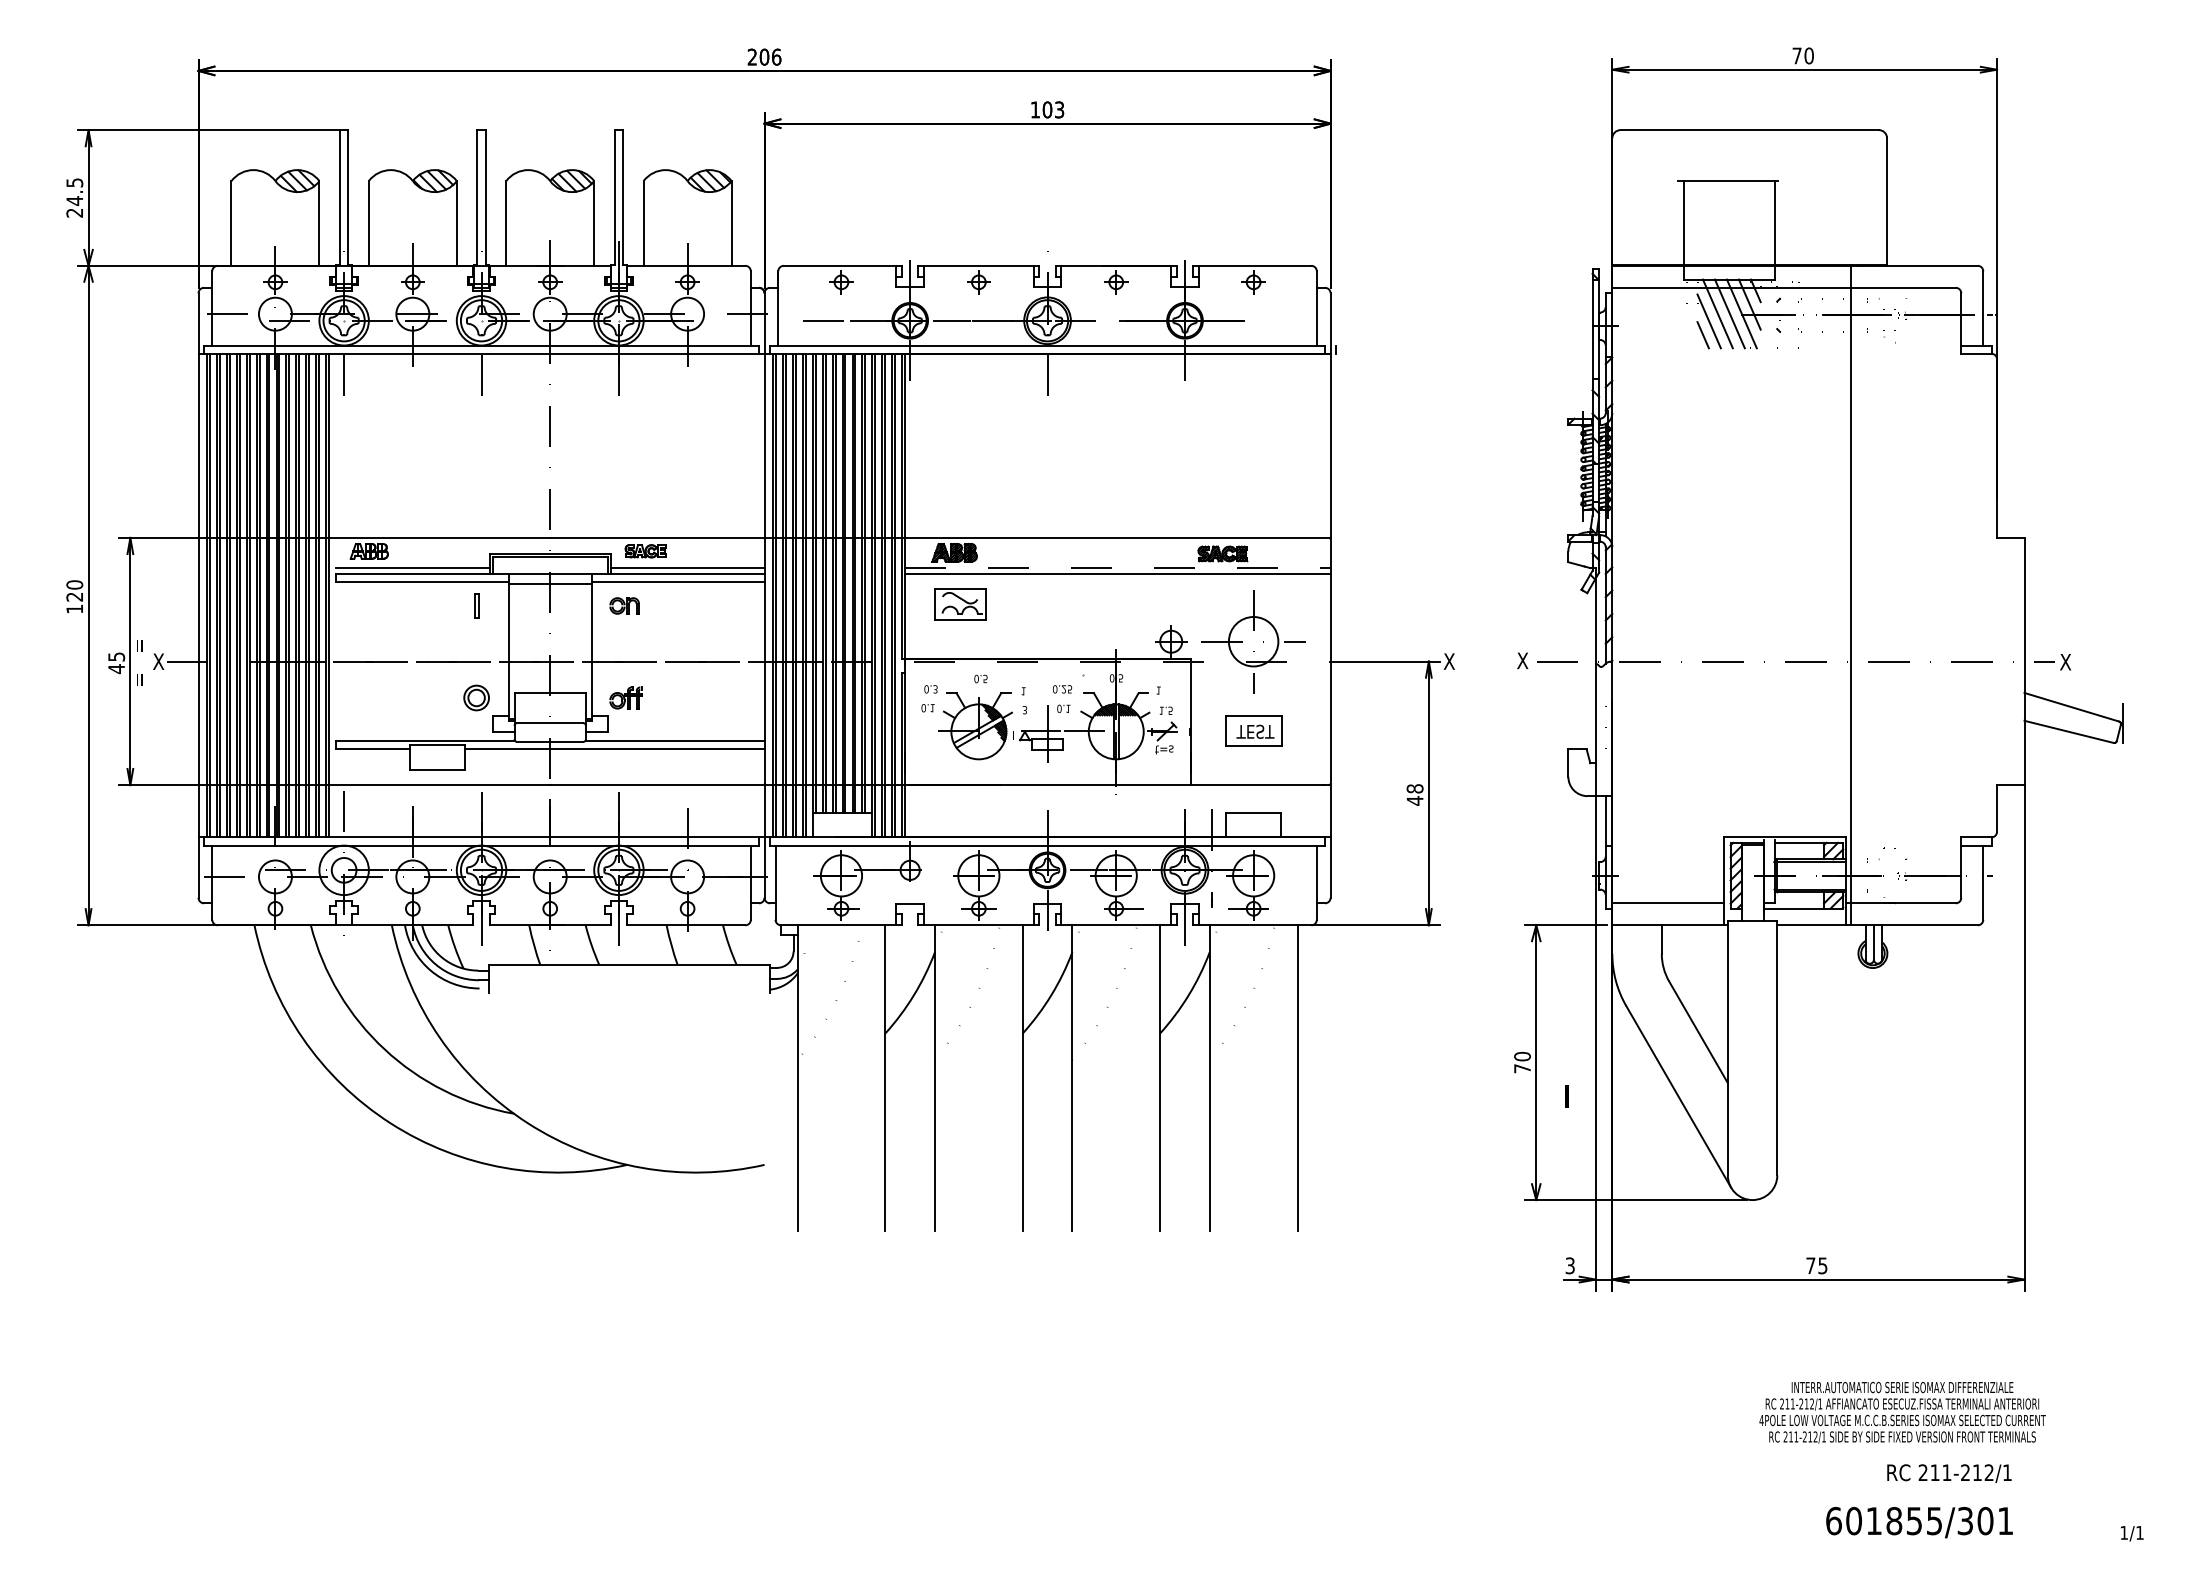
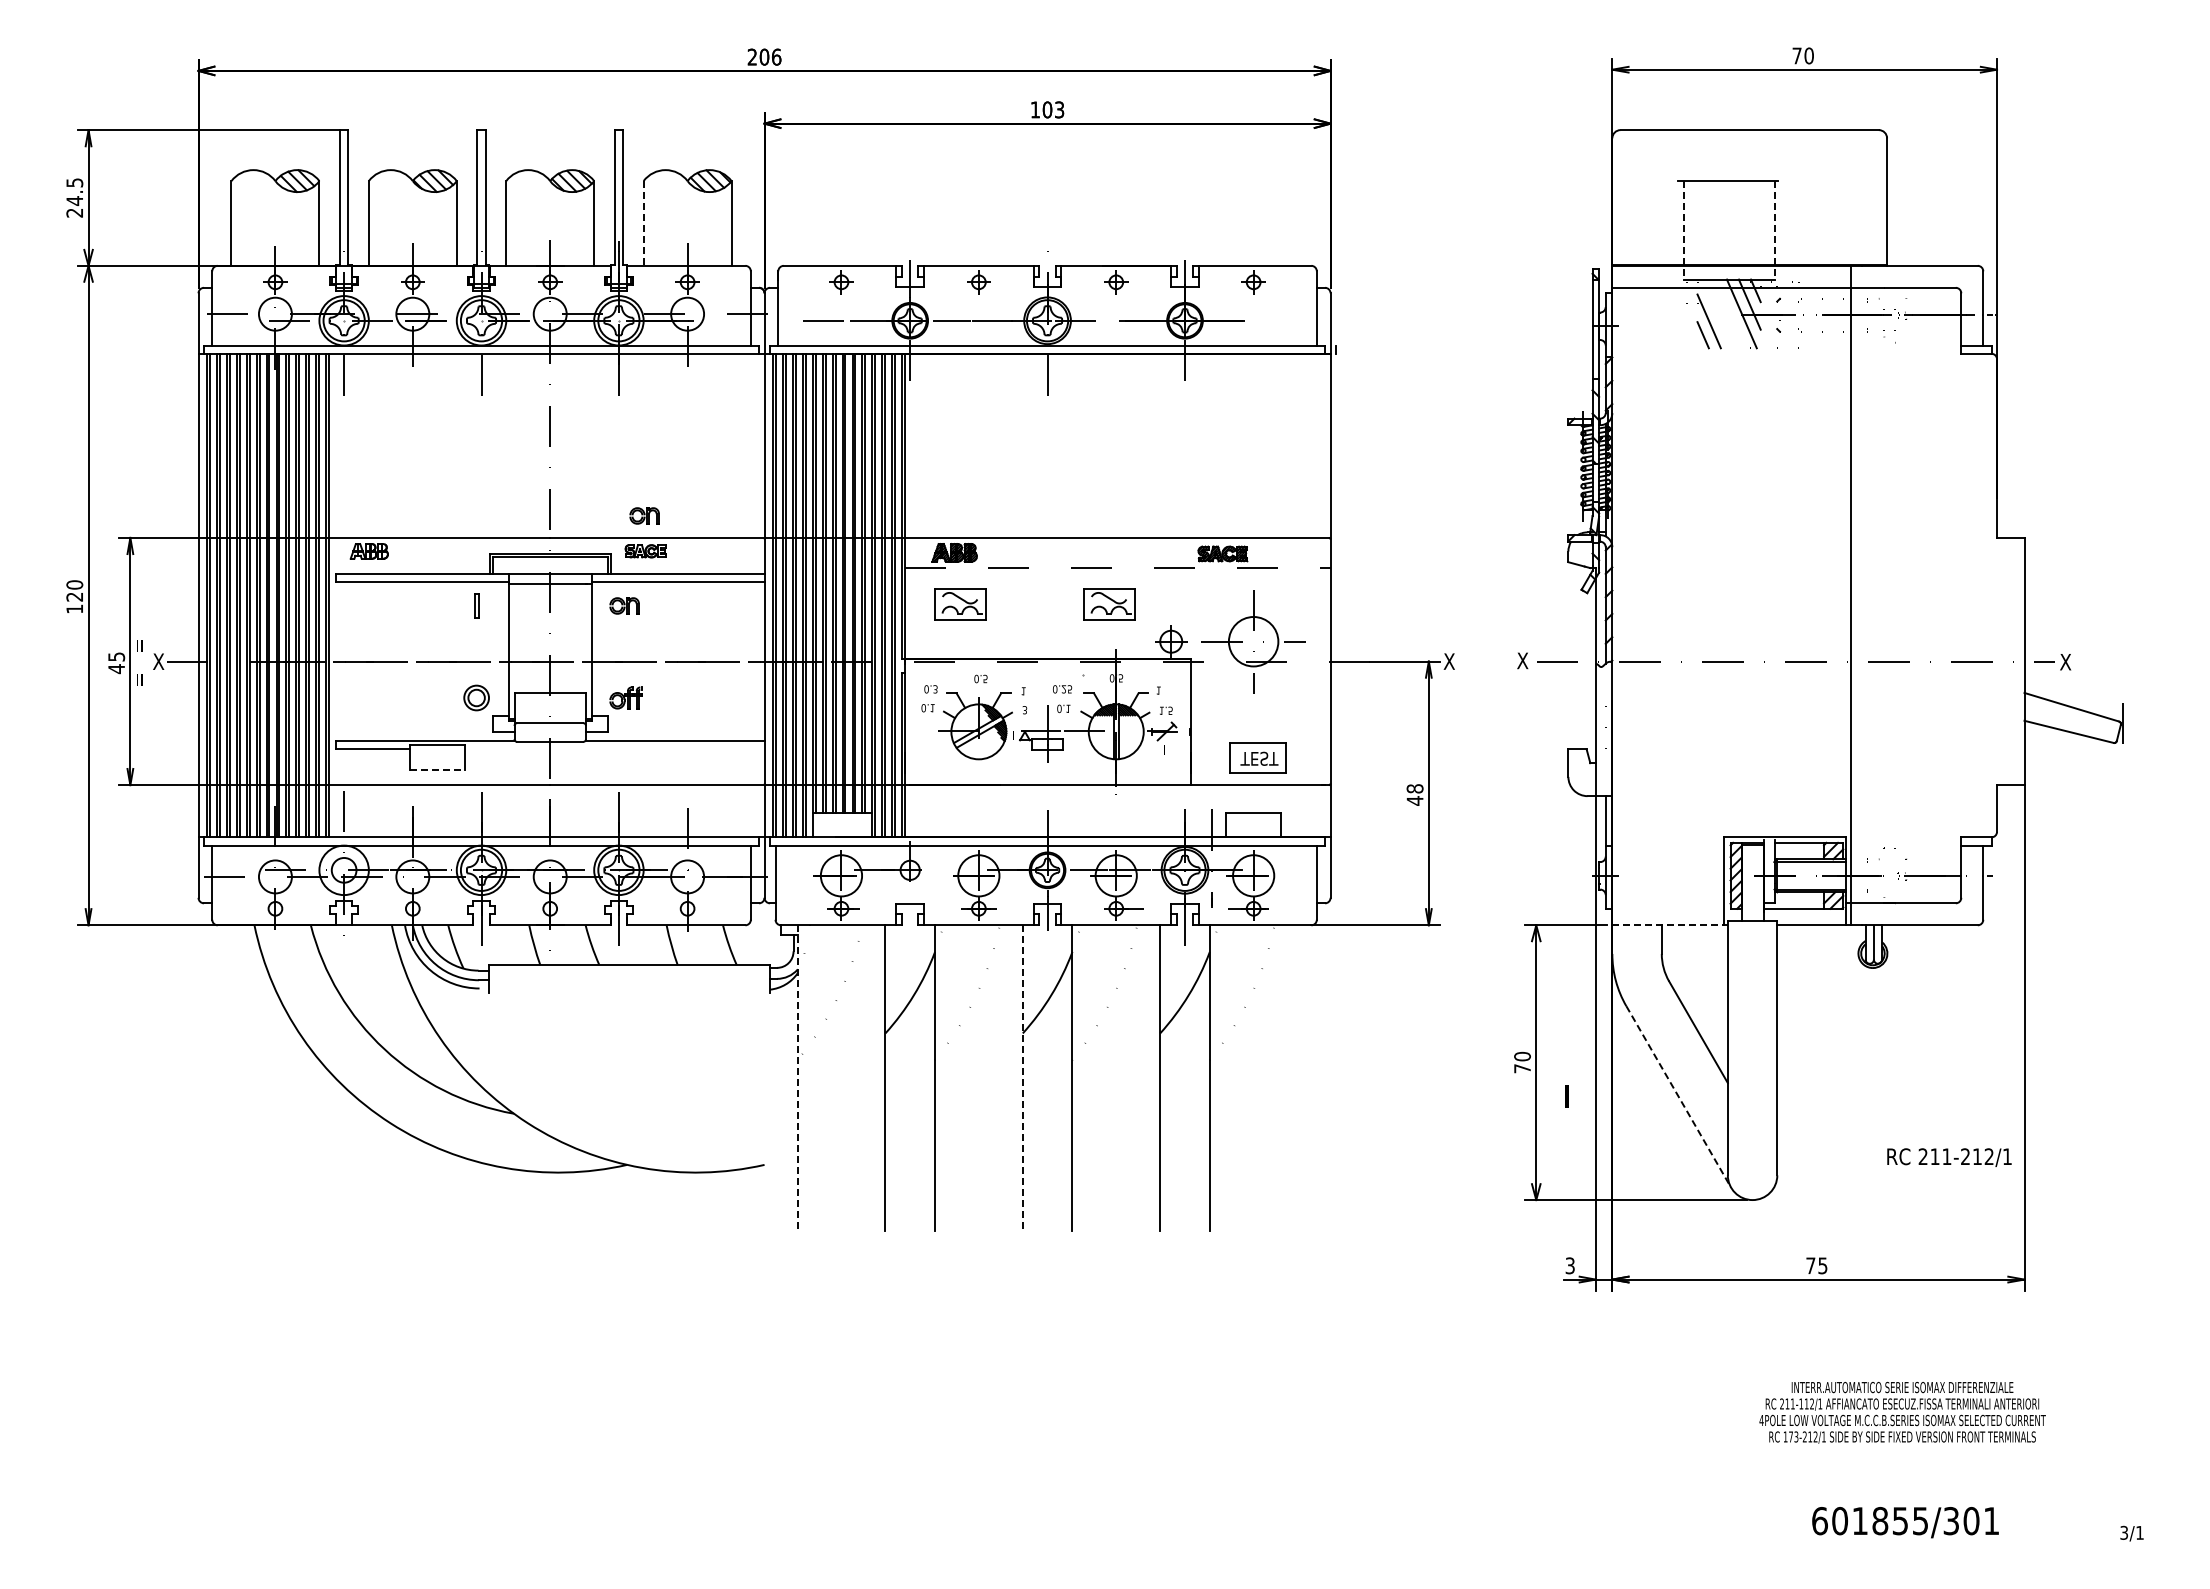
line at (643, 223): solid -> dashed
line at (1683, 230): solid -> dashed
line at (1774, 230): solid -> dashed
line at (1717, 313): present -> none
line at (1729, 313): present -> none
part at (644, 515): none -> present
line at (412, 568): present -> none
line at (687, 568): present -> none
line at (1117, 573): present -> none
part at (1109, 604): none -> present
part at (1253, 730) position: (1253, 730) -> (1257, 757)
line at (614, 749): present -> none
text at (1164, 749): t=s -> I
line at (437, 770): solid -> dashed
line at (1667, 903): present -> none
line at (1670, 925): solid -> dashed
line at (797, 1078): solid -> dashed
line at (1022, 1078): solid -> dashed
line at (1297, 1078): present -> none
line at (1678, 1096): solid -> dashed
text at (1801, 1403): 211-212/1 -> 211-112/1
text at (1790, 1436): 211-212/1 -> 173-212/1
text at (1949, 1473) position: (1949, 1473) -> (1949, 1157)
text at (1919, 1522) position: (1919, 1522) -> (1905, 1522)
text at (2124, 1532): 1/1 -> 3/1
